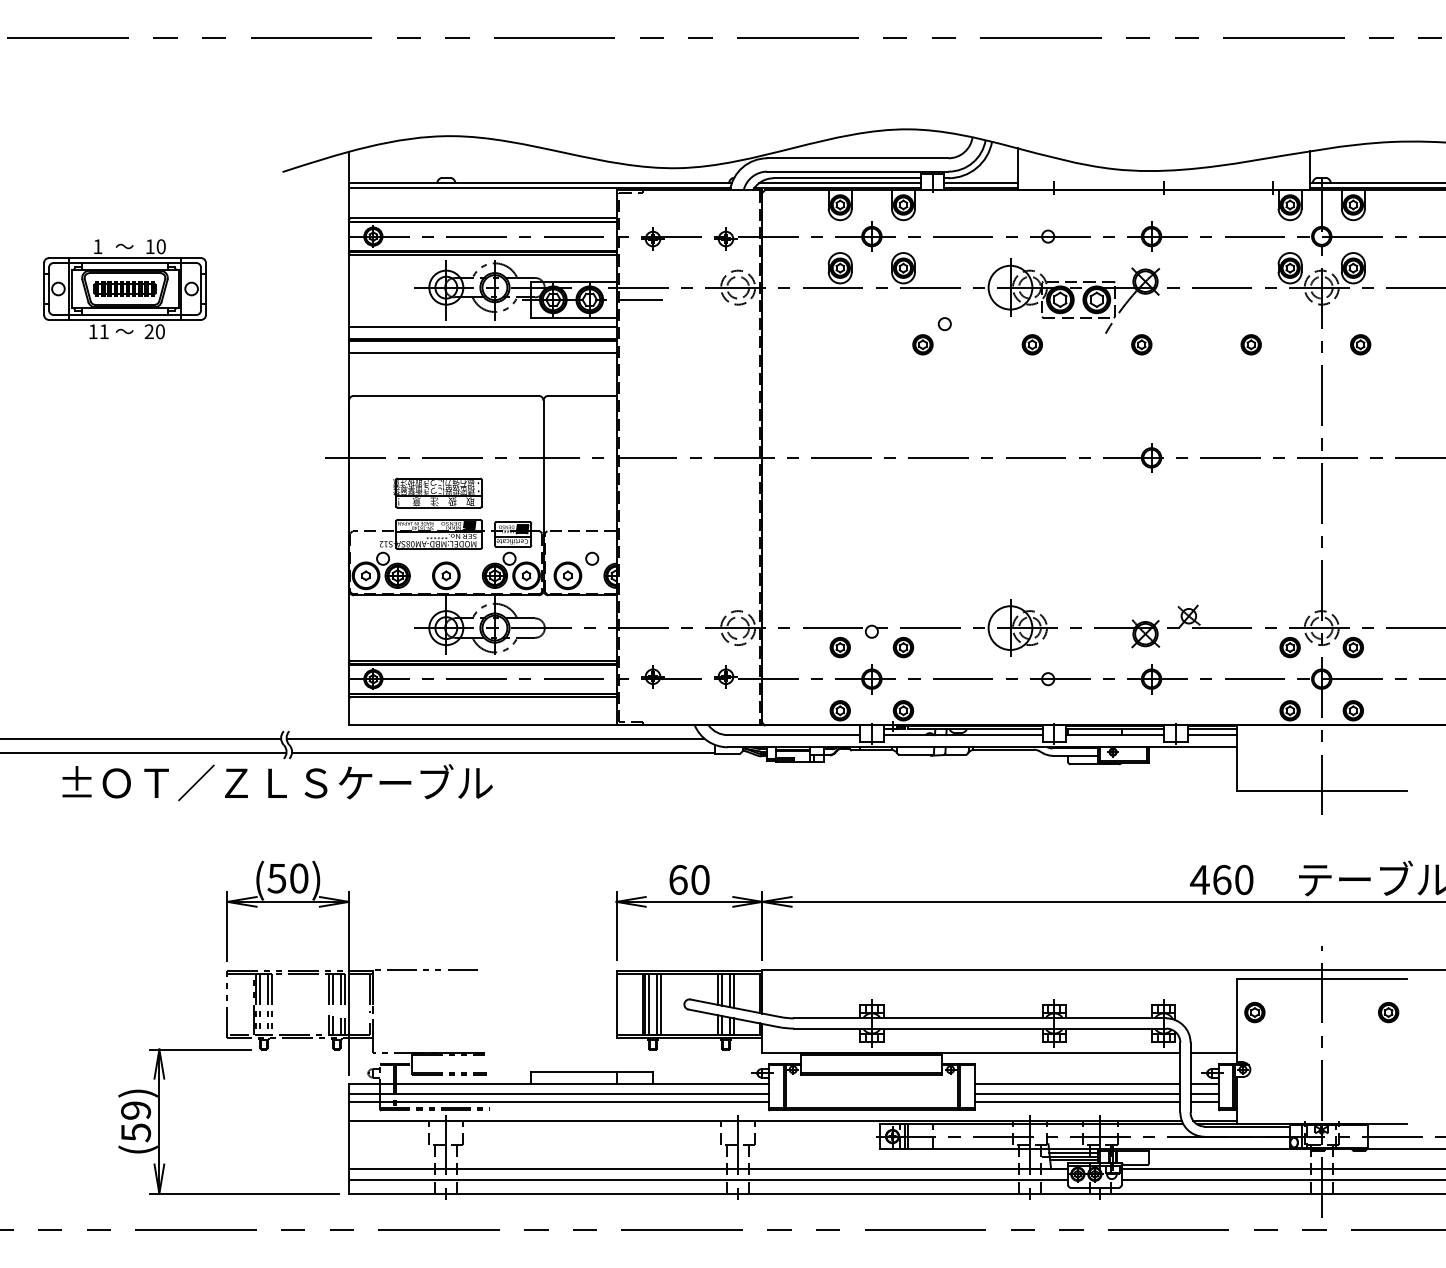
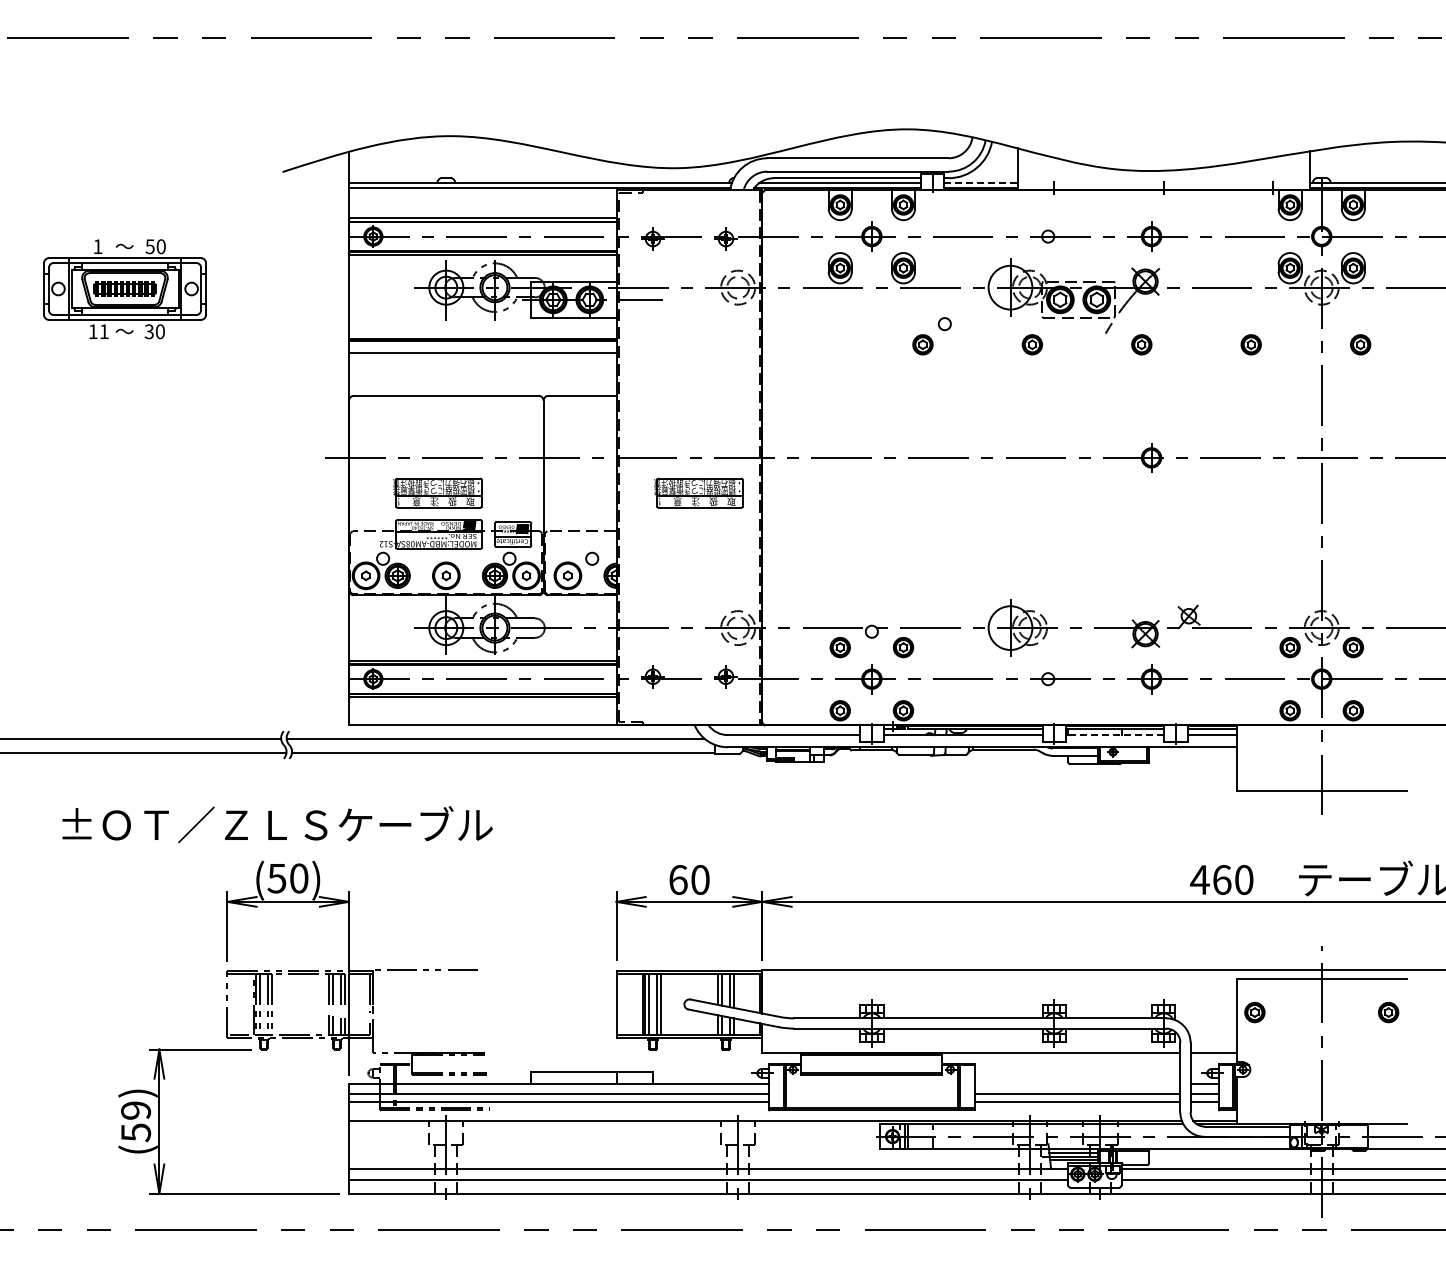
line at (981, 183): solid -> dashed
text at (149, 246): 10 -> 50
line at (482, 326): present -> none
text at (148, 332): 20 -> 30
part at (698, 492): none -> present
line at (1114, 735): solid -> dashed
text at (277, 782) position: (277, 782) -> (277, 824)
line at (1077, 1084): present -> none
